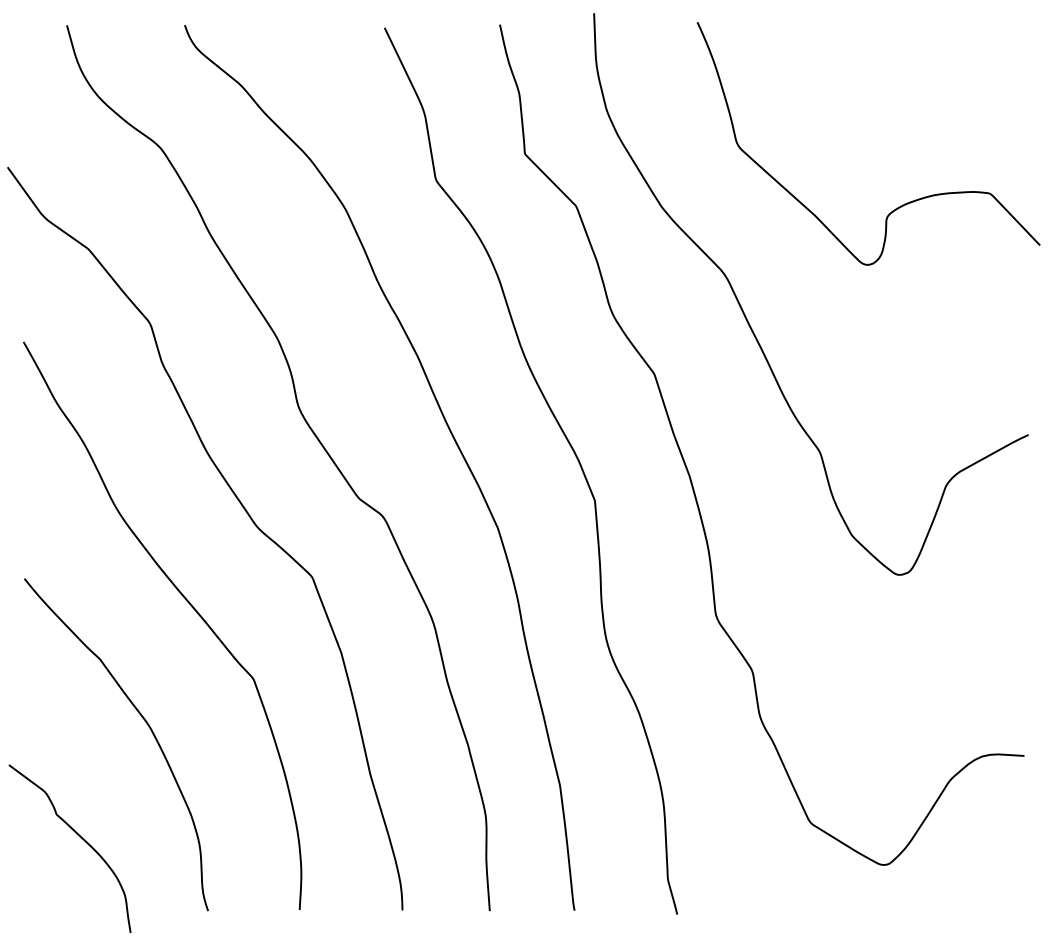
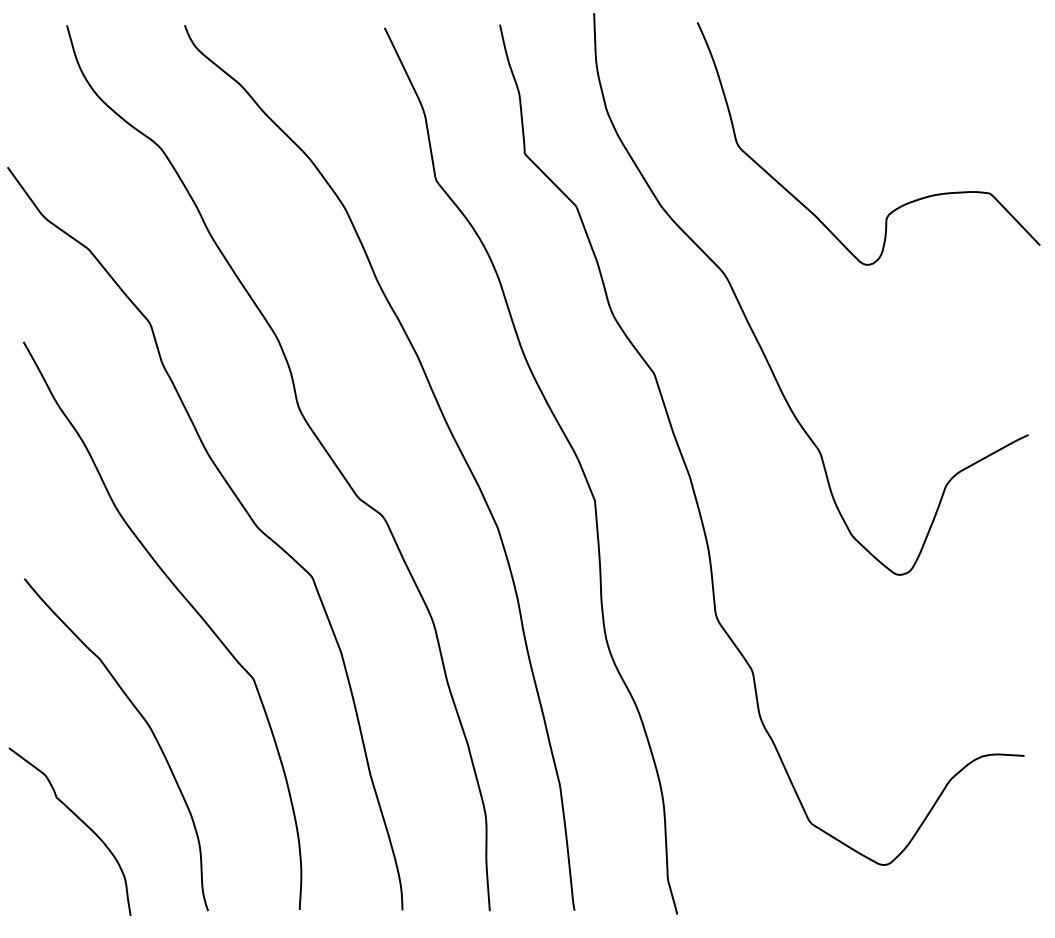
curve at (77, 835) position: (77, 835) -> (77, 818)
